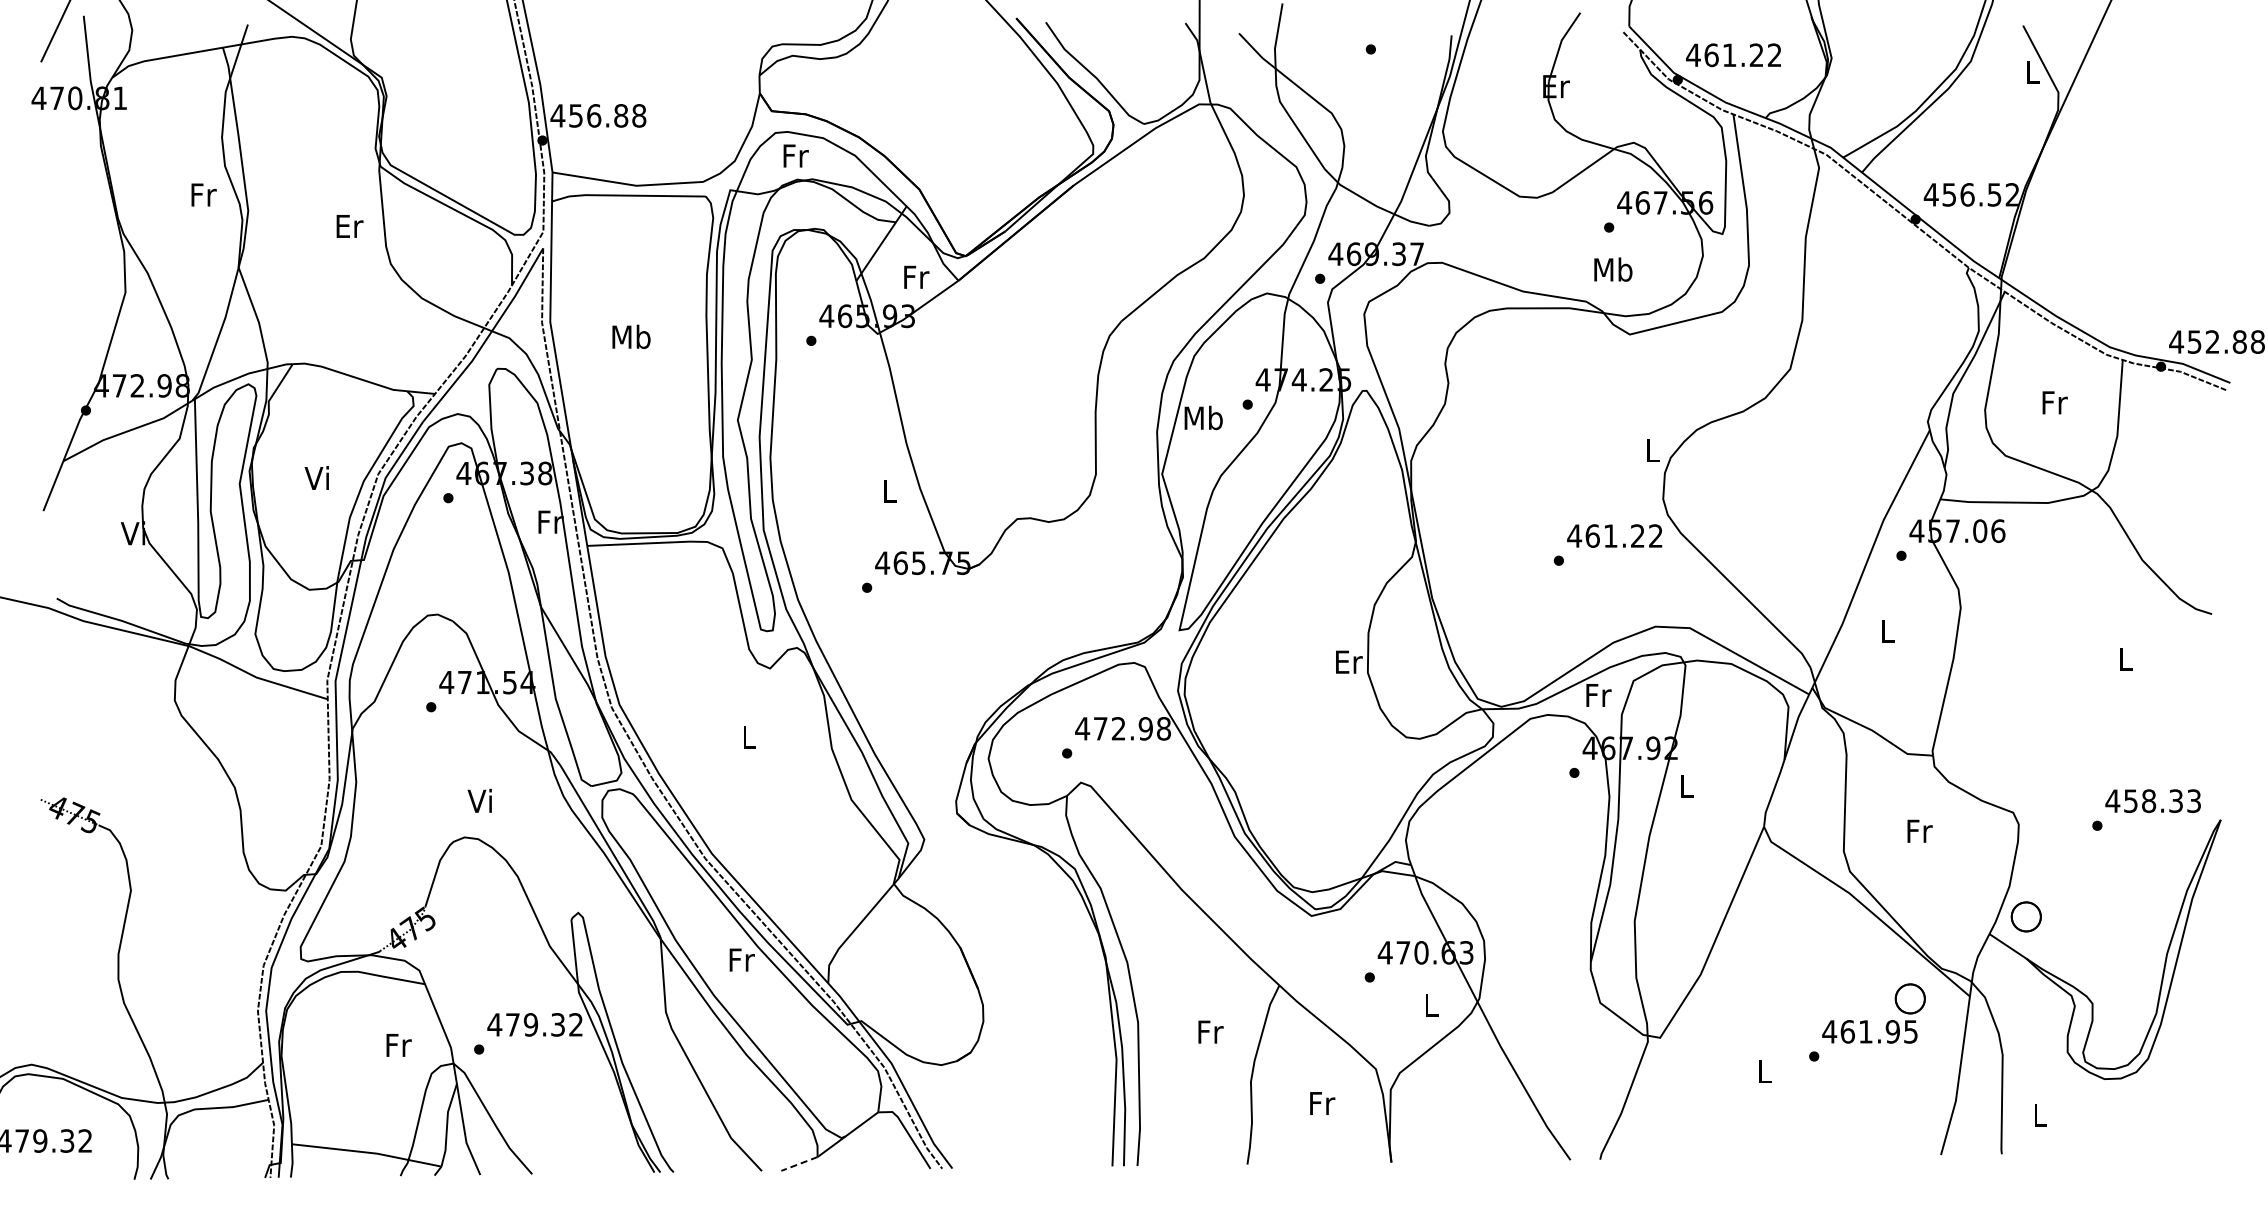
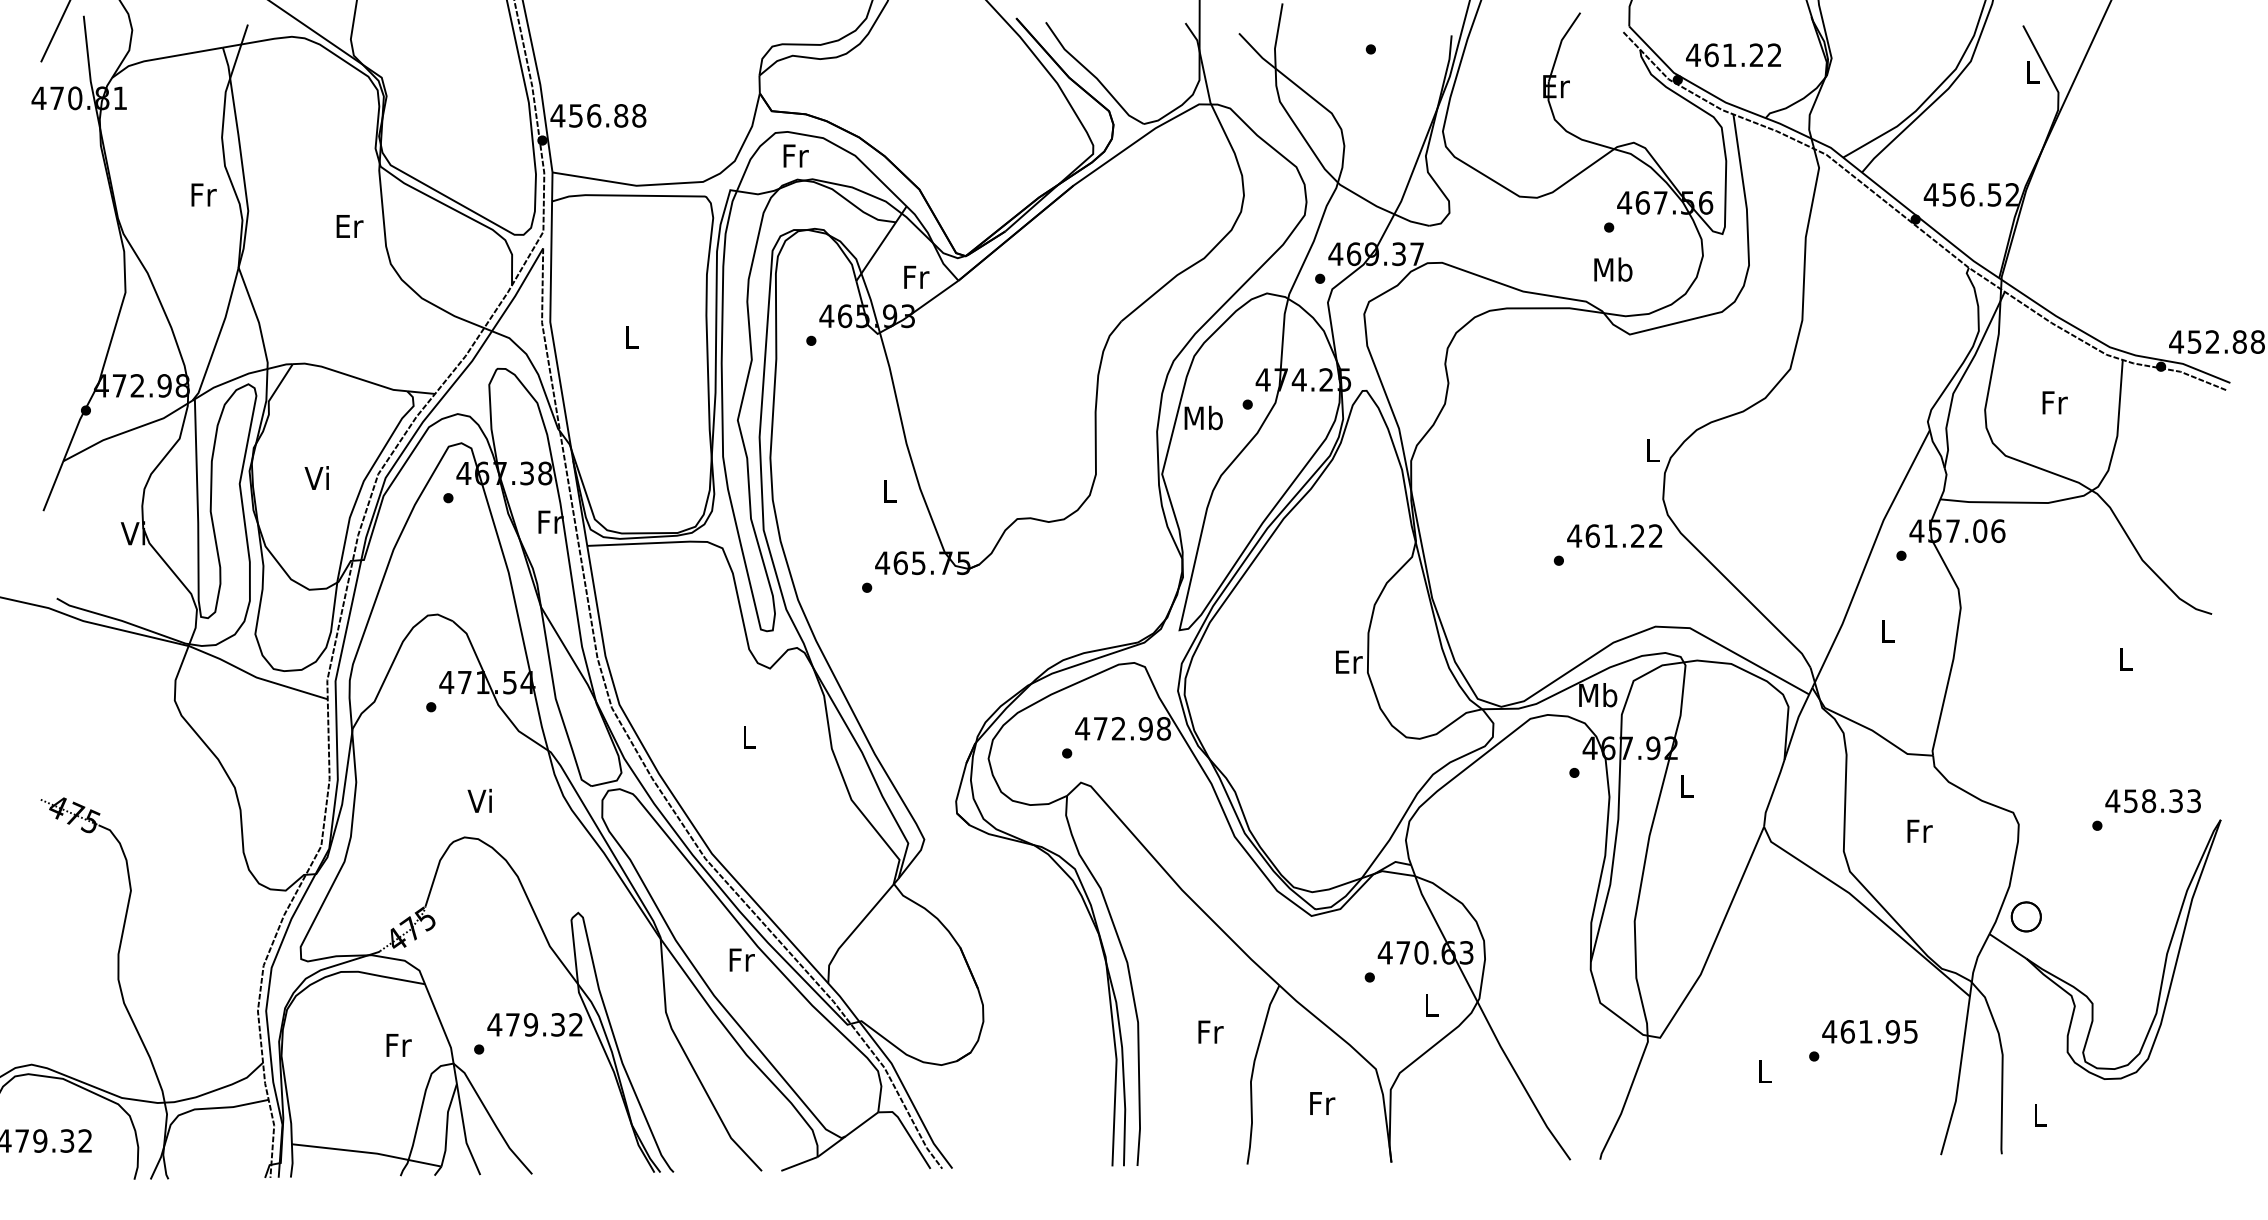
text at (631, 336): Mb -> L
text at (1598, 695): Fr -> Mb
part at (1909, 998): present -> none
line at (798, 1164): dashed -> solid
